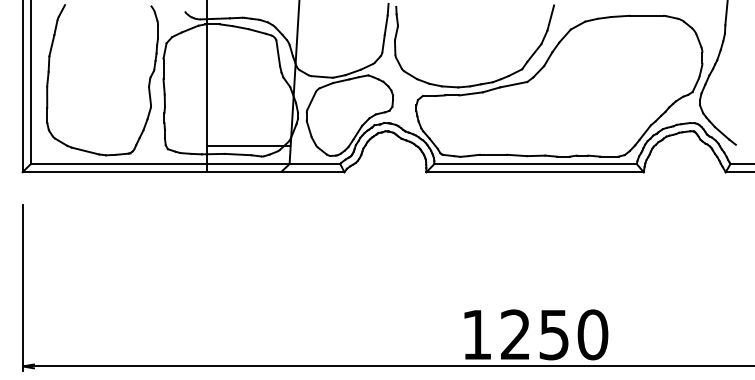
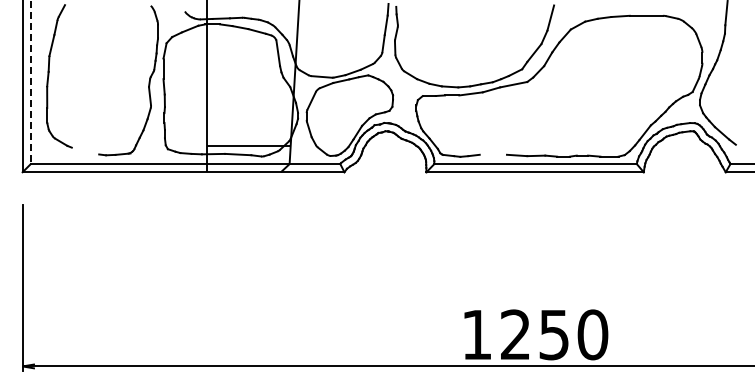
line at (30, 82): solid -> dashed
line at (85, 150): present -> none
line at (492, 154): present -> none
